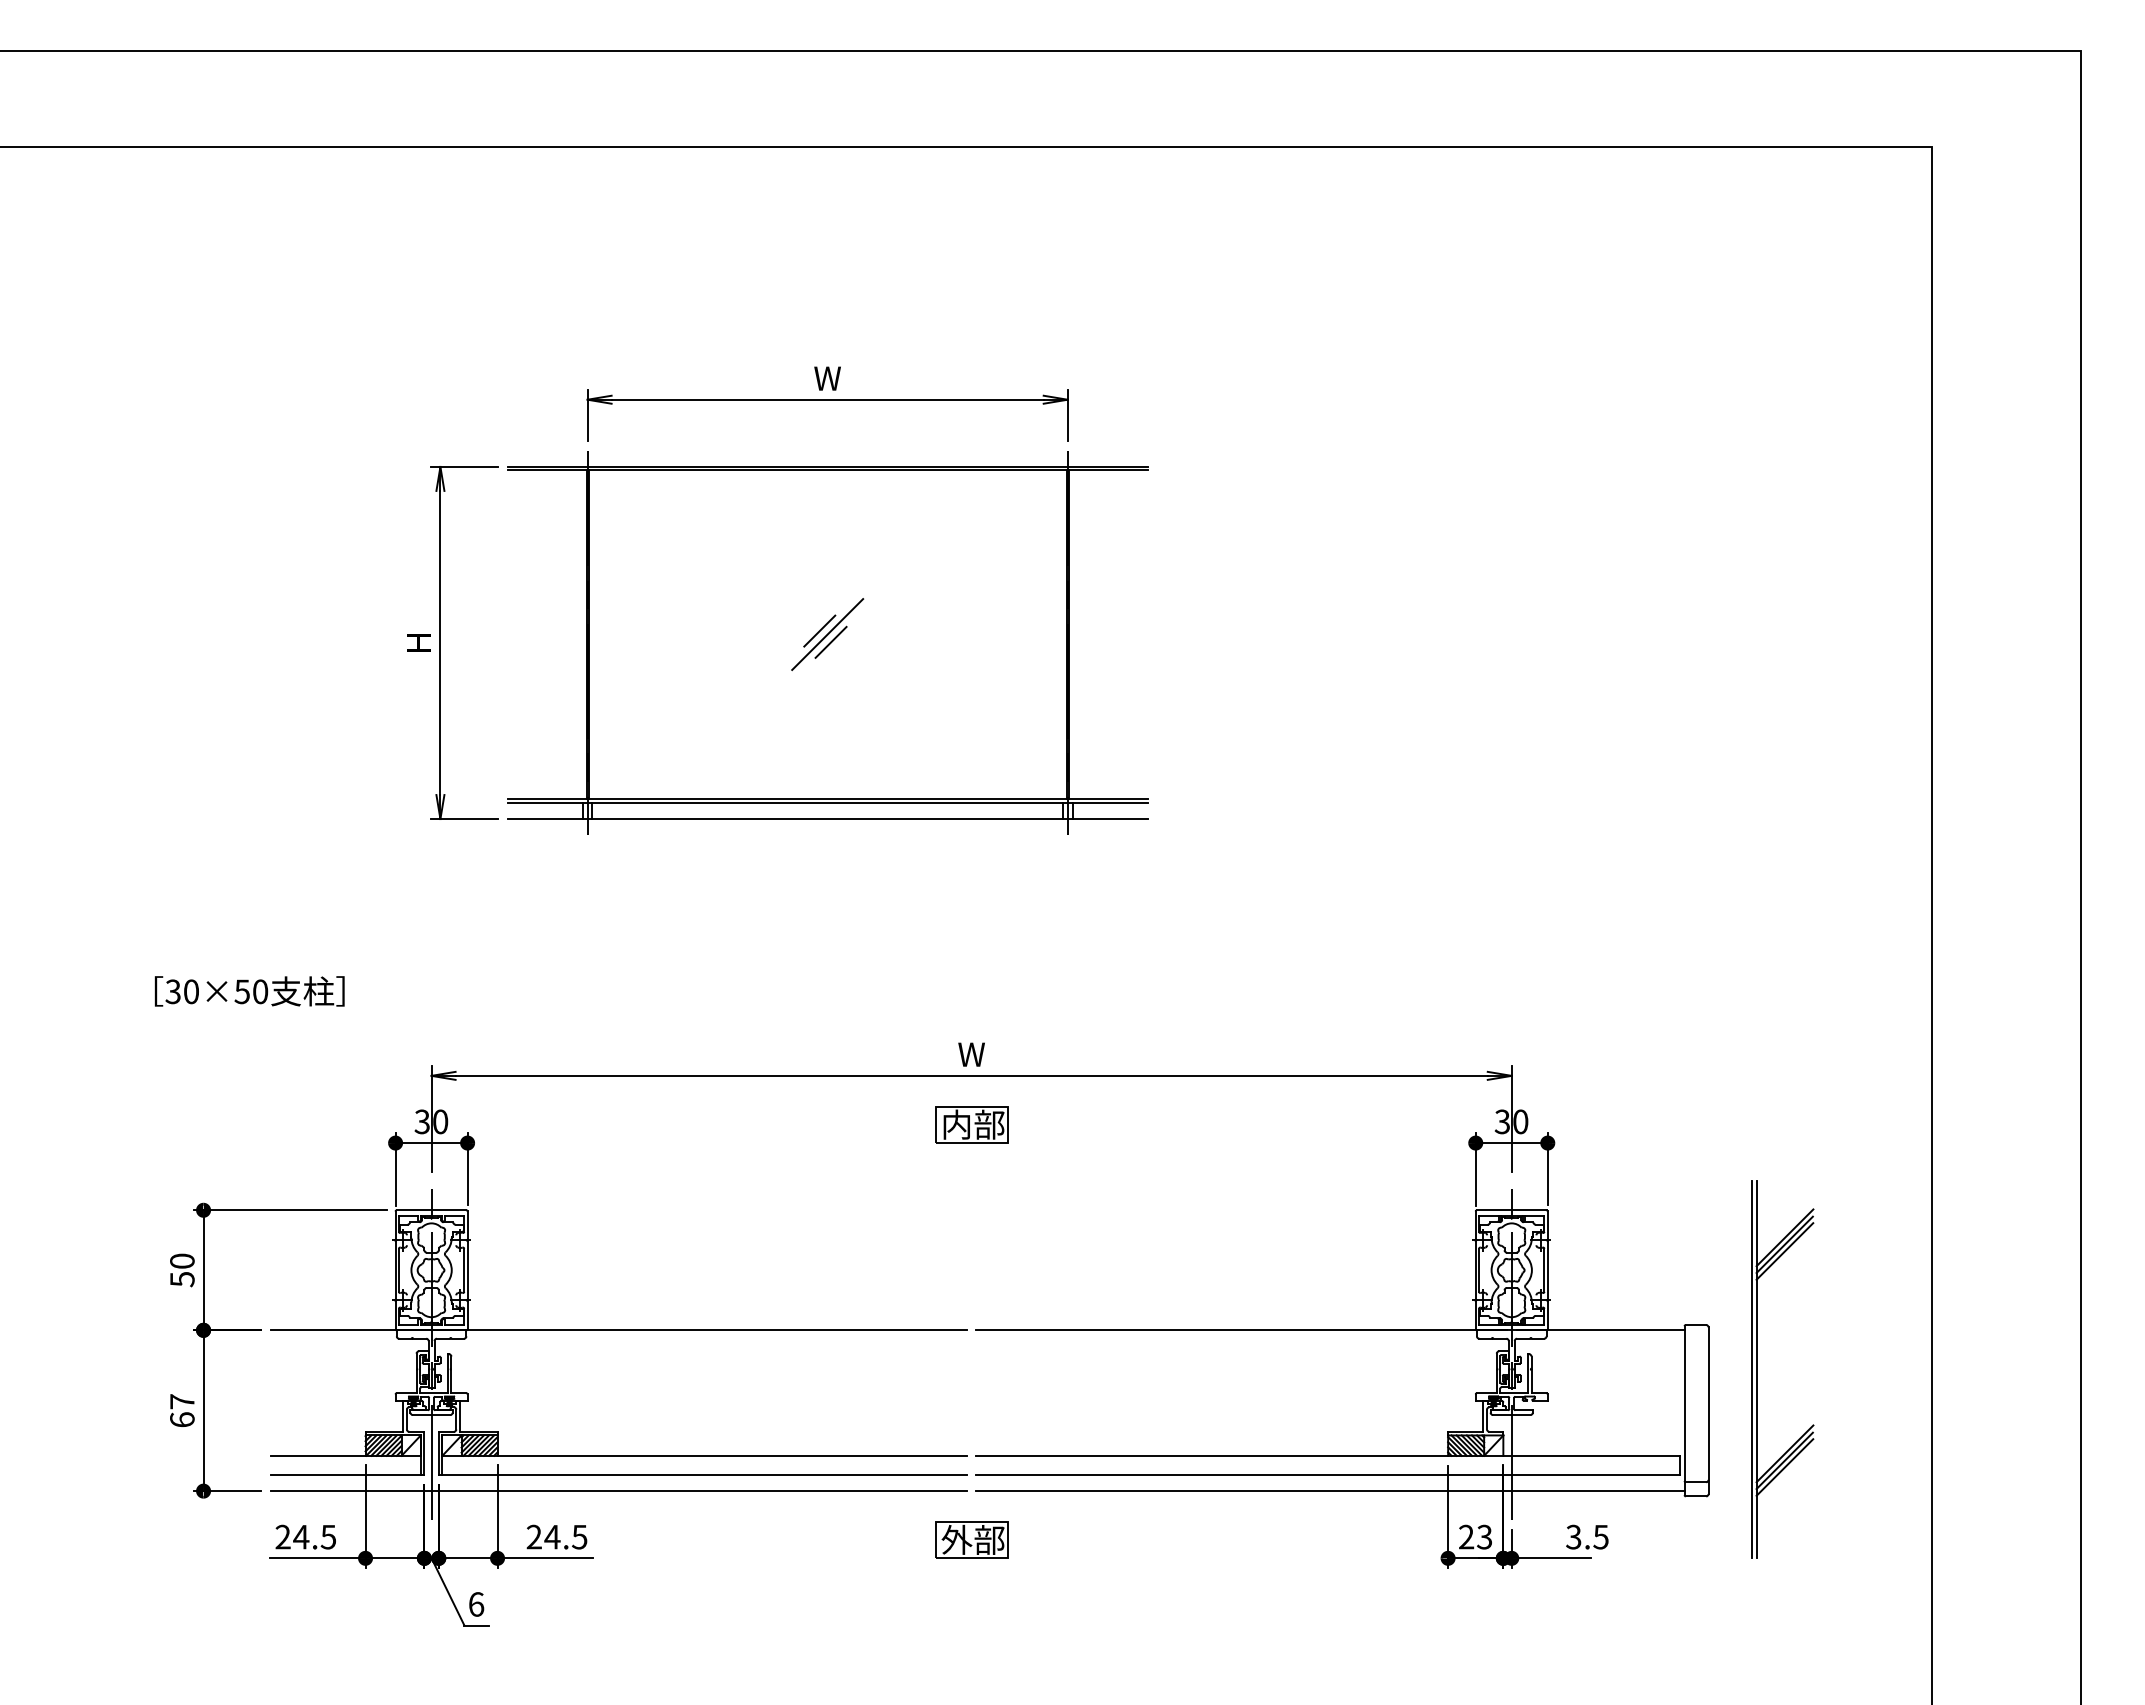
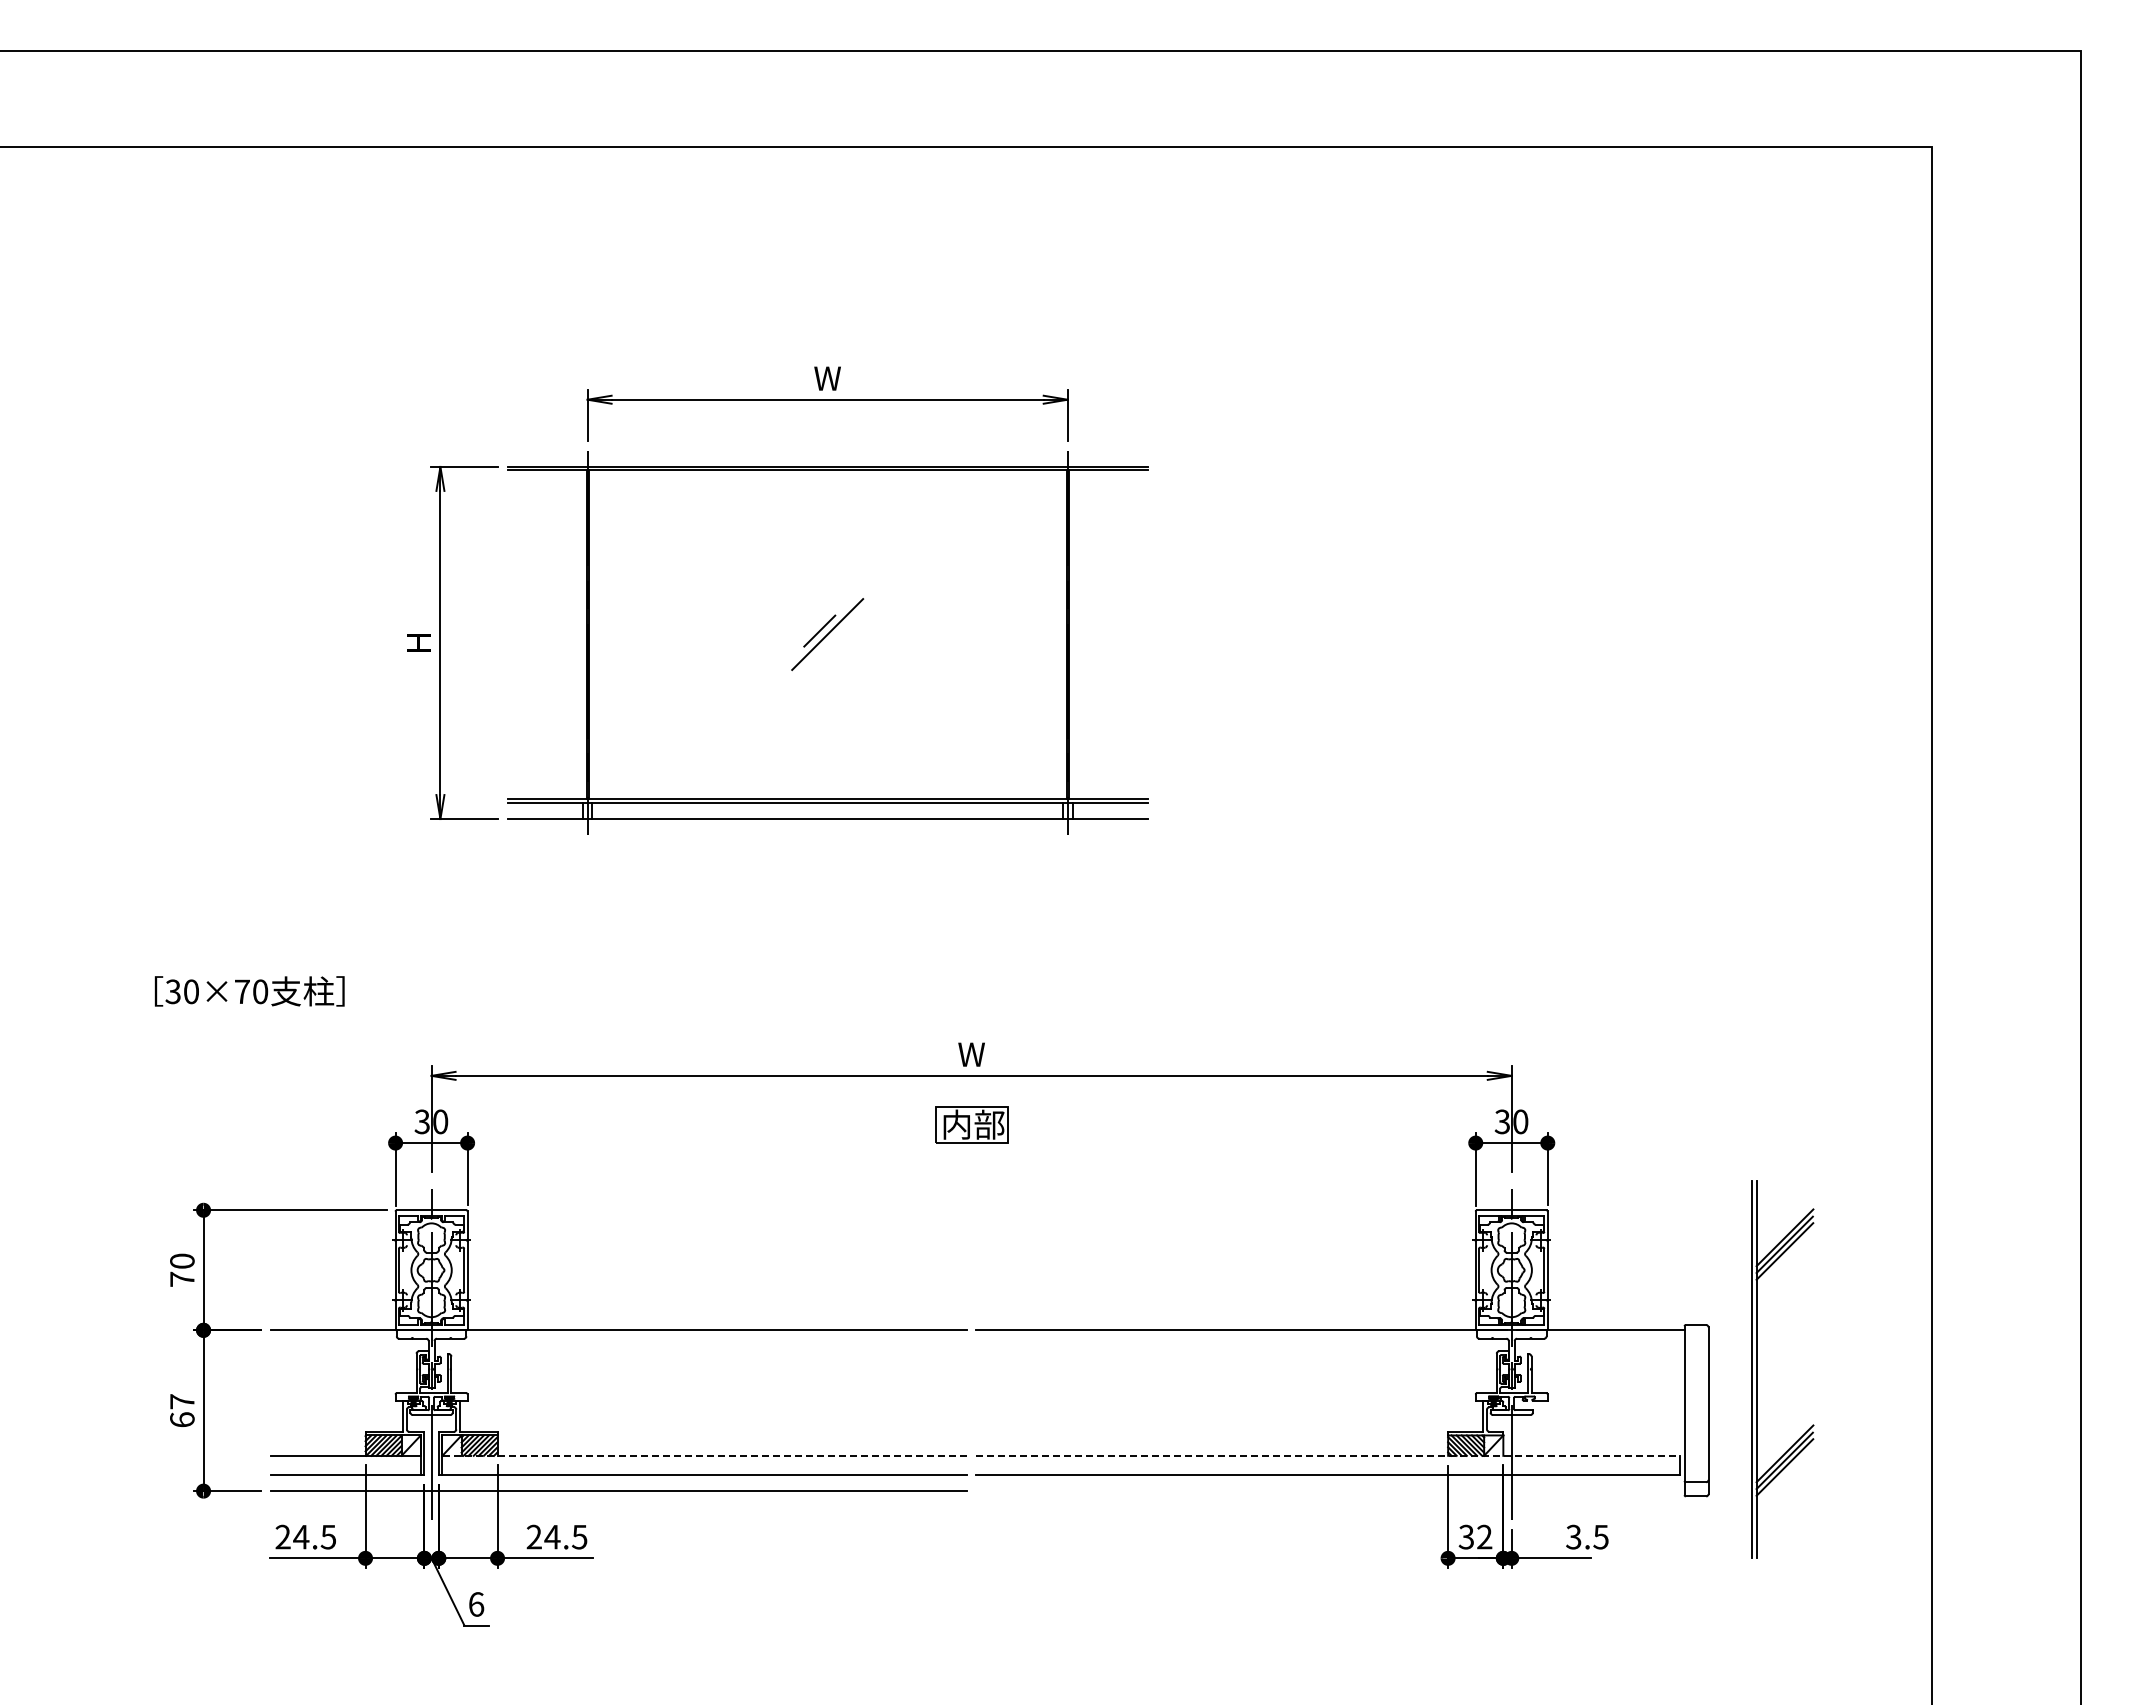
line at (830, 641): present -> none
text at (241, 991): 30×50 -> 30×70
text at (182, 1279): 50 -> 70
line at (704, 1455): solid -> dashed
line at (1328, 1455): solid -> dashed
line at (1330, 1491): present -> none
text at (1475, 1537): 23 -> 32
part at (971, 1539): present -> none
